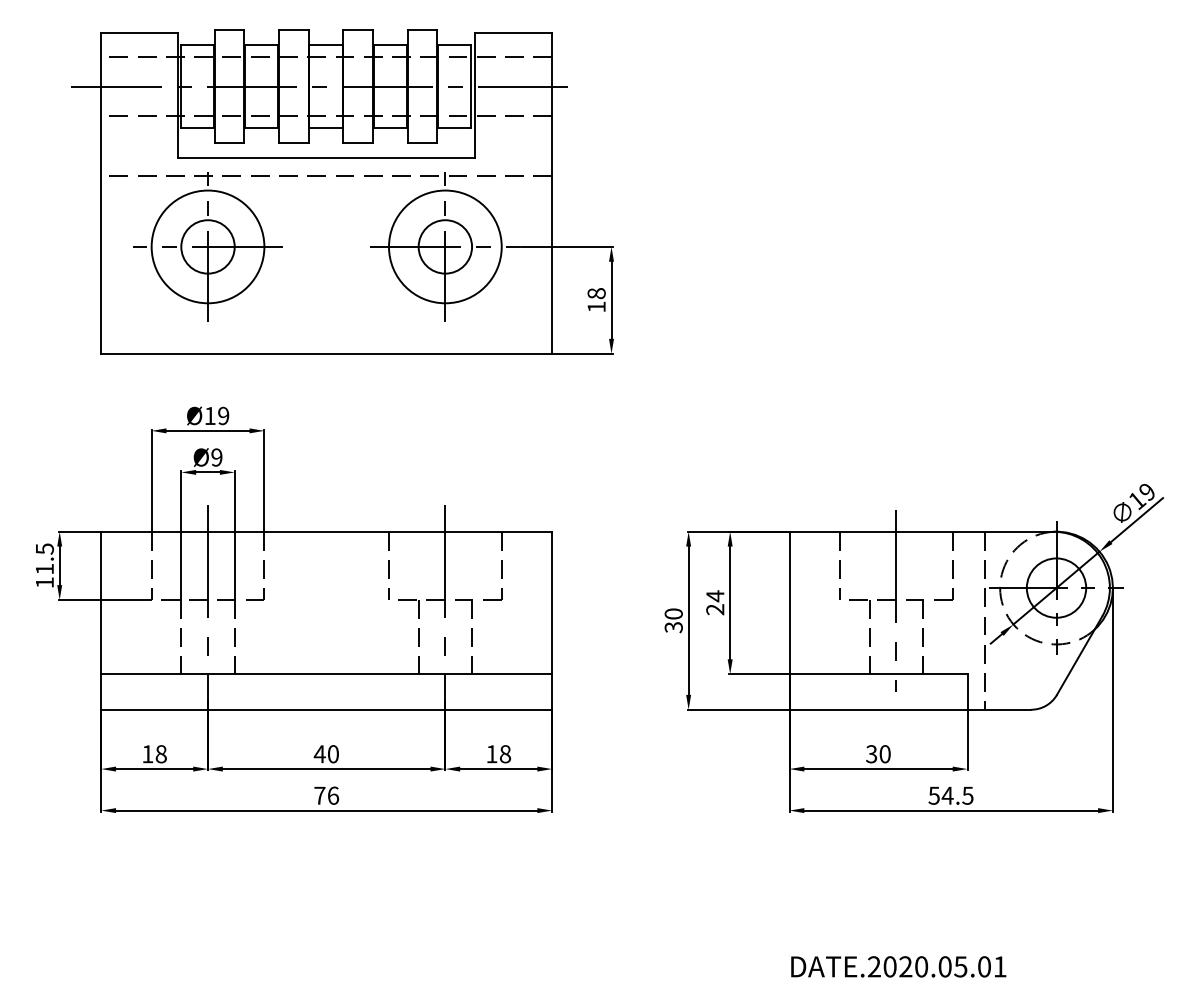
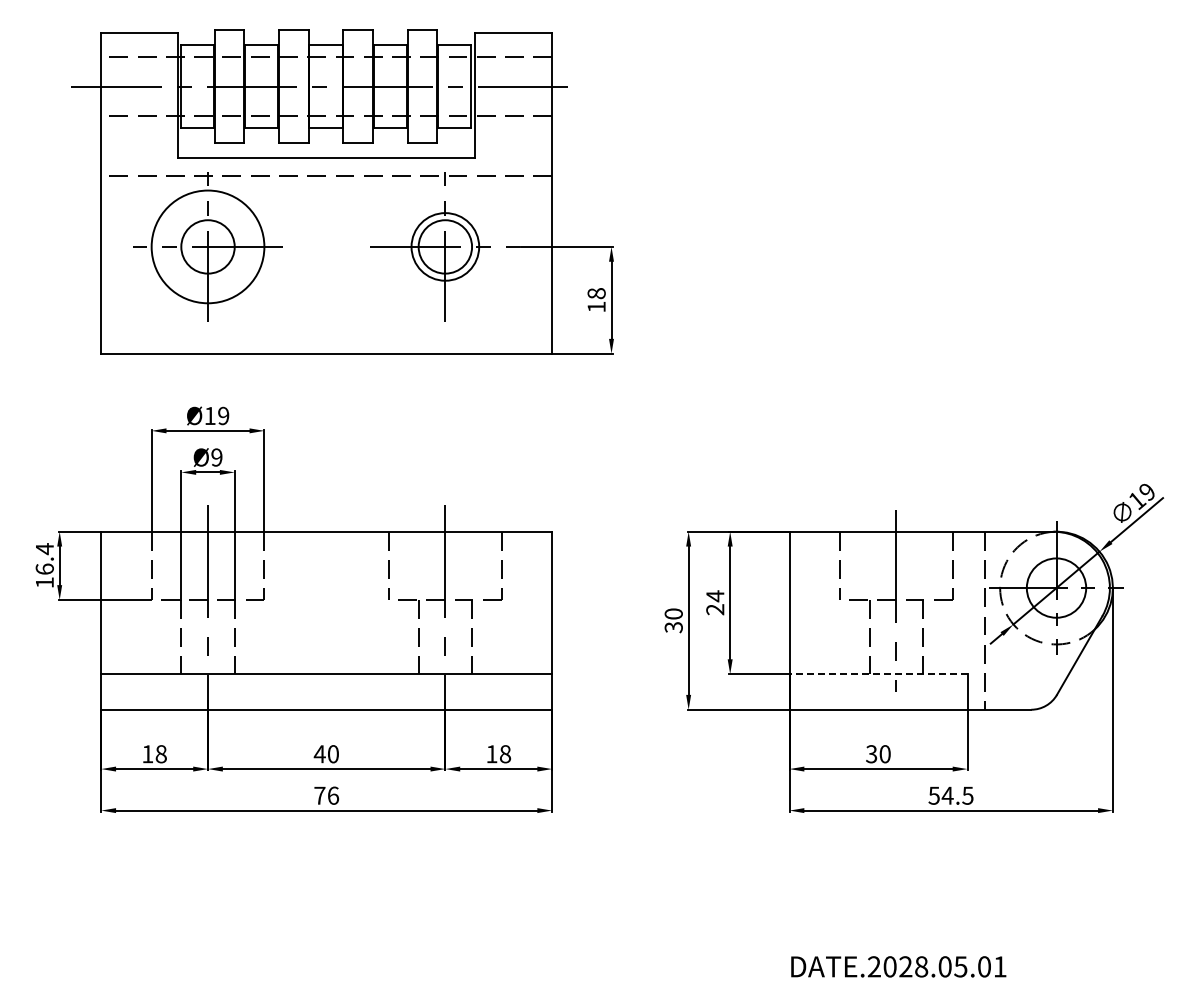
circle at (445, 246) diameter: 113 px -> 68 px
text at (44, 558): 11.5 -> 16.4
line at (878, 674): solid -> dashed
text at (921, 966): DATE.2020.05.01 -> DATE.2028.05.01
